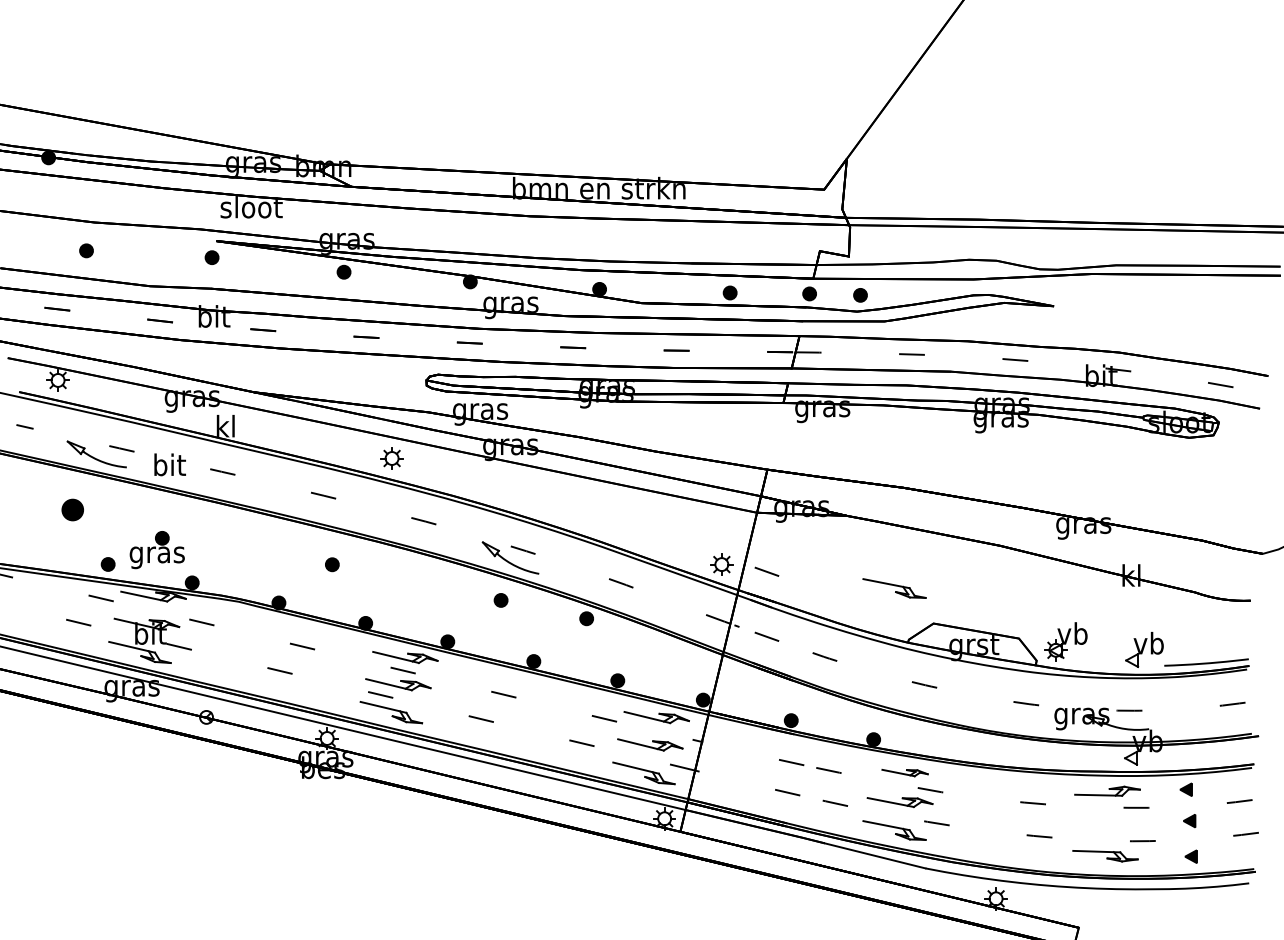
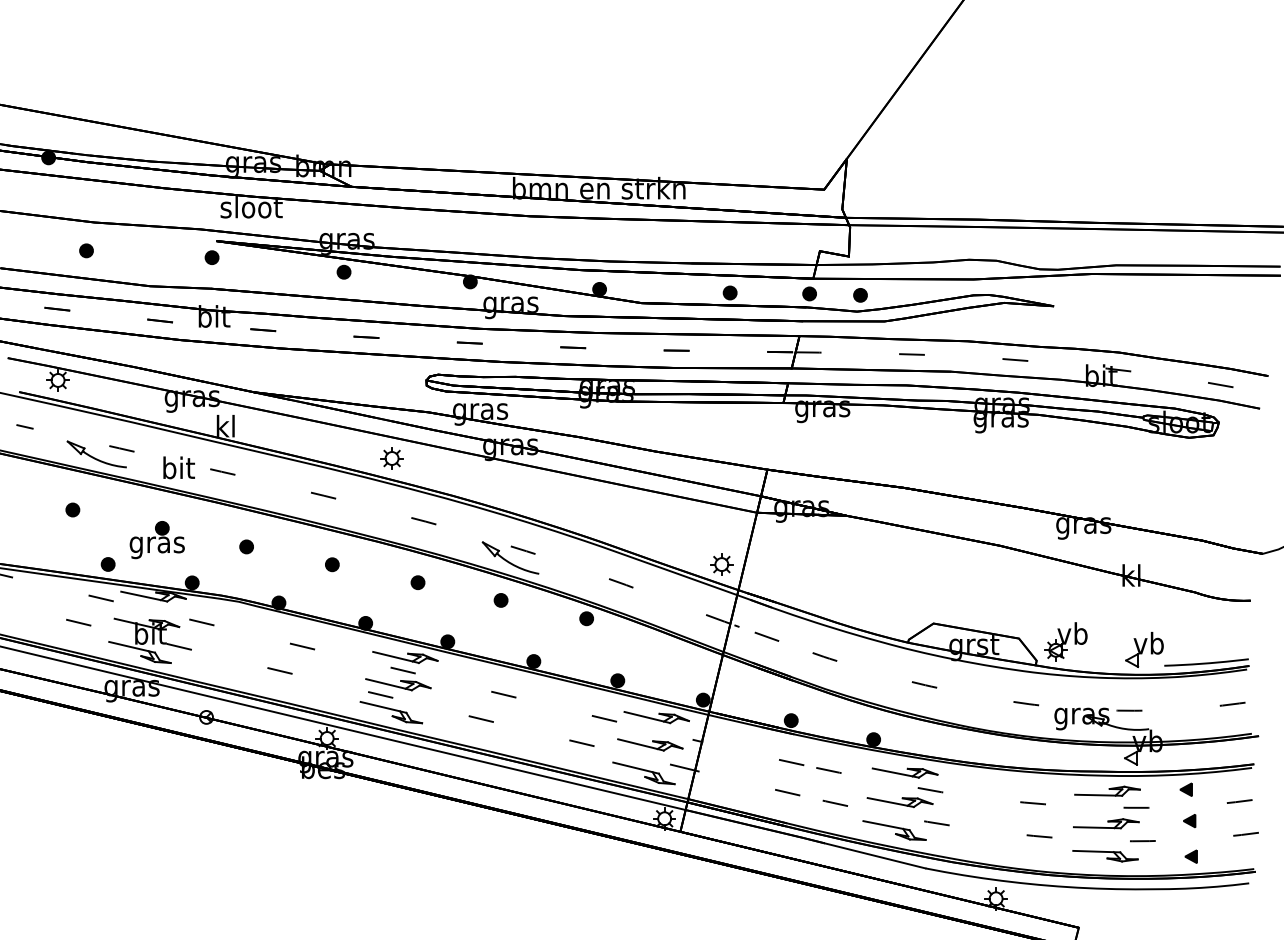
text at (169, 464) position: (169, 464) -> (178, 467)
part at (72, 509) size: 23x24 px -> 16x16 px
part at (246, 546): none -> present
part at (156, 550) position: (156, 550) -> (156, 540)
line at (766, 571): present -> none
part at (417, 582): none -> present
part at (894, 588): present -> none
part at (904, 773) size: 48x9 px -> 68x12 px
part at (1106, 823): none -> present
